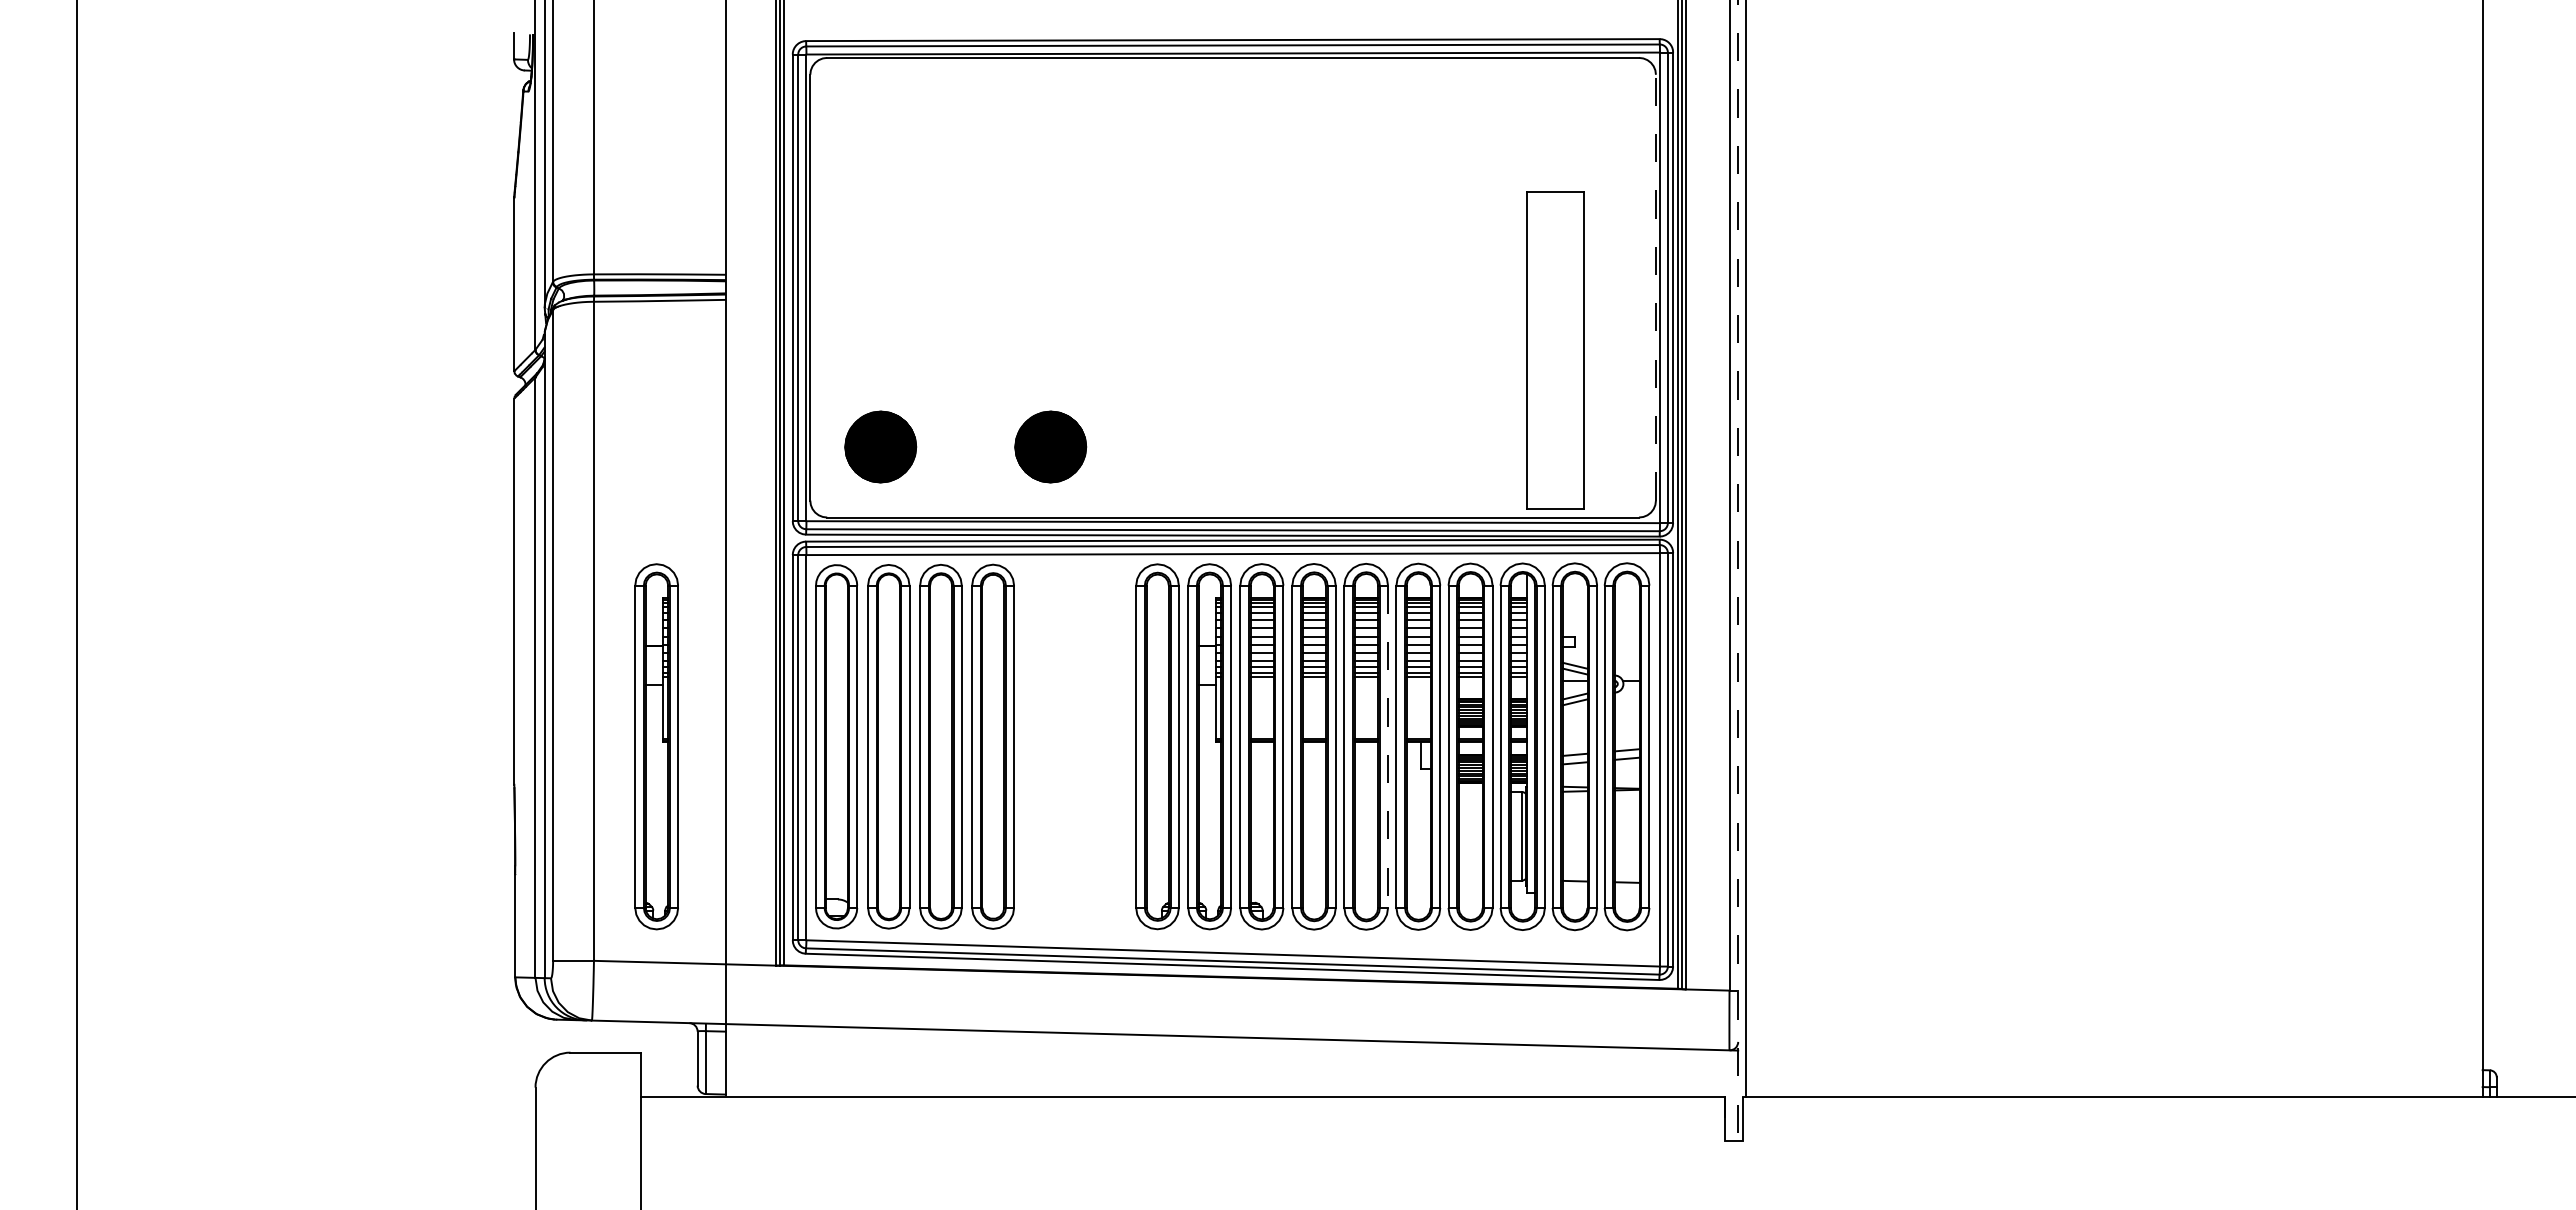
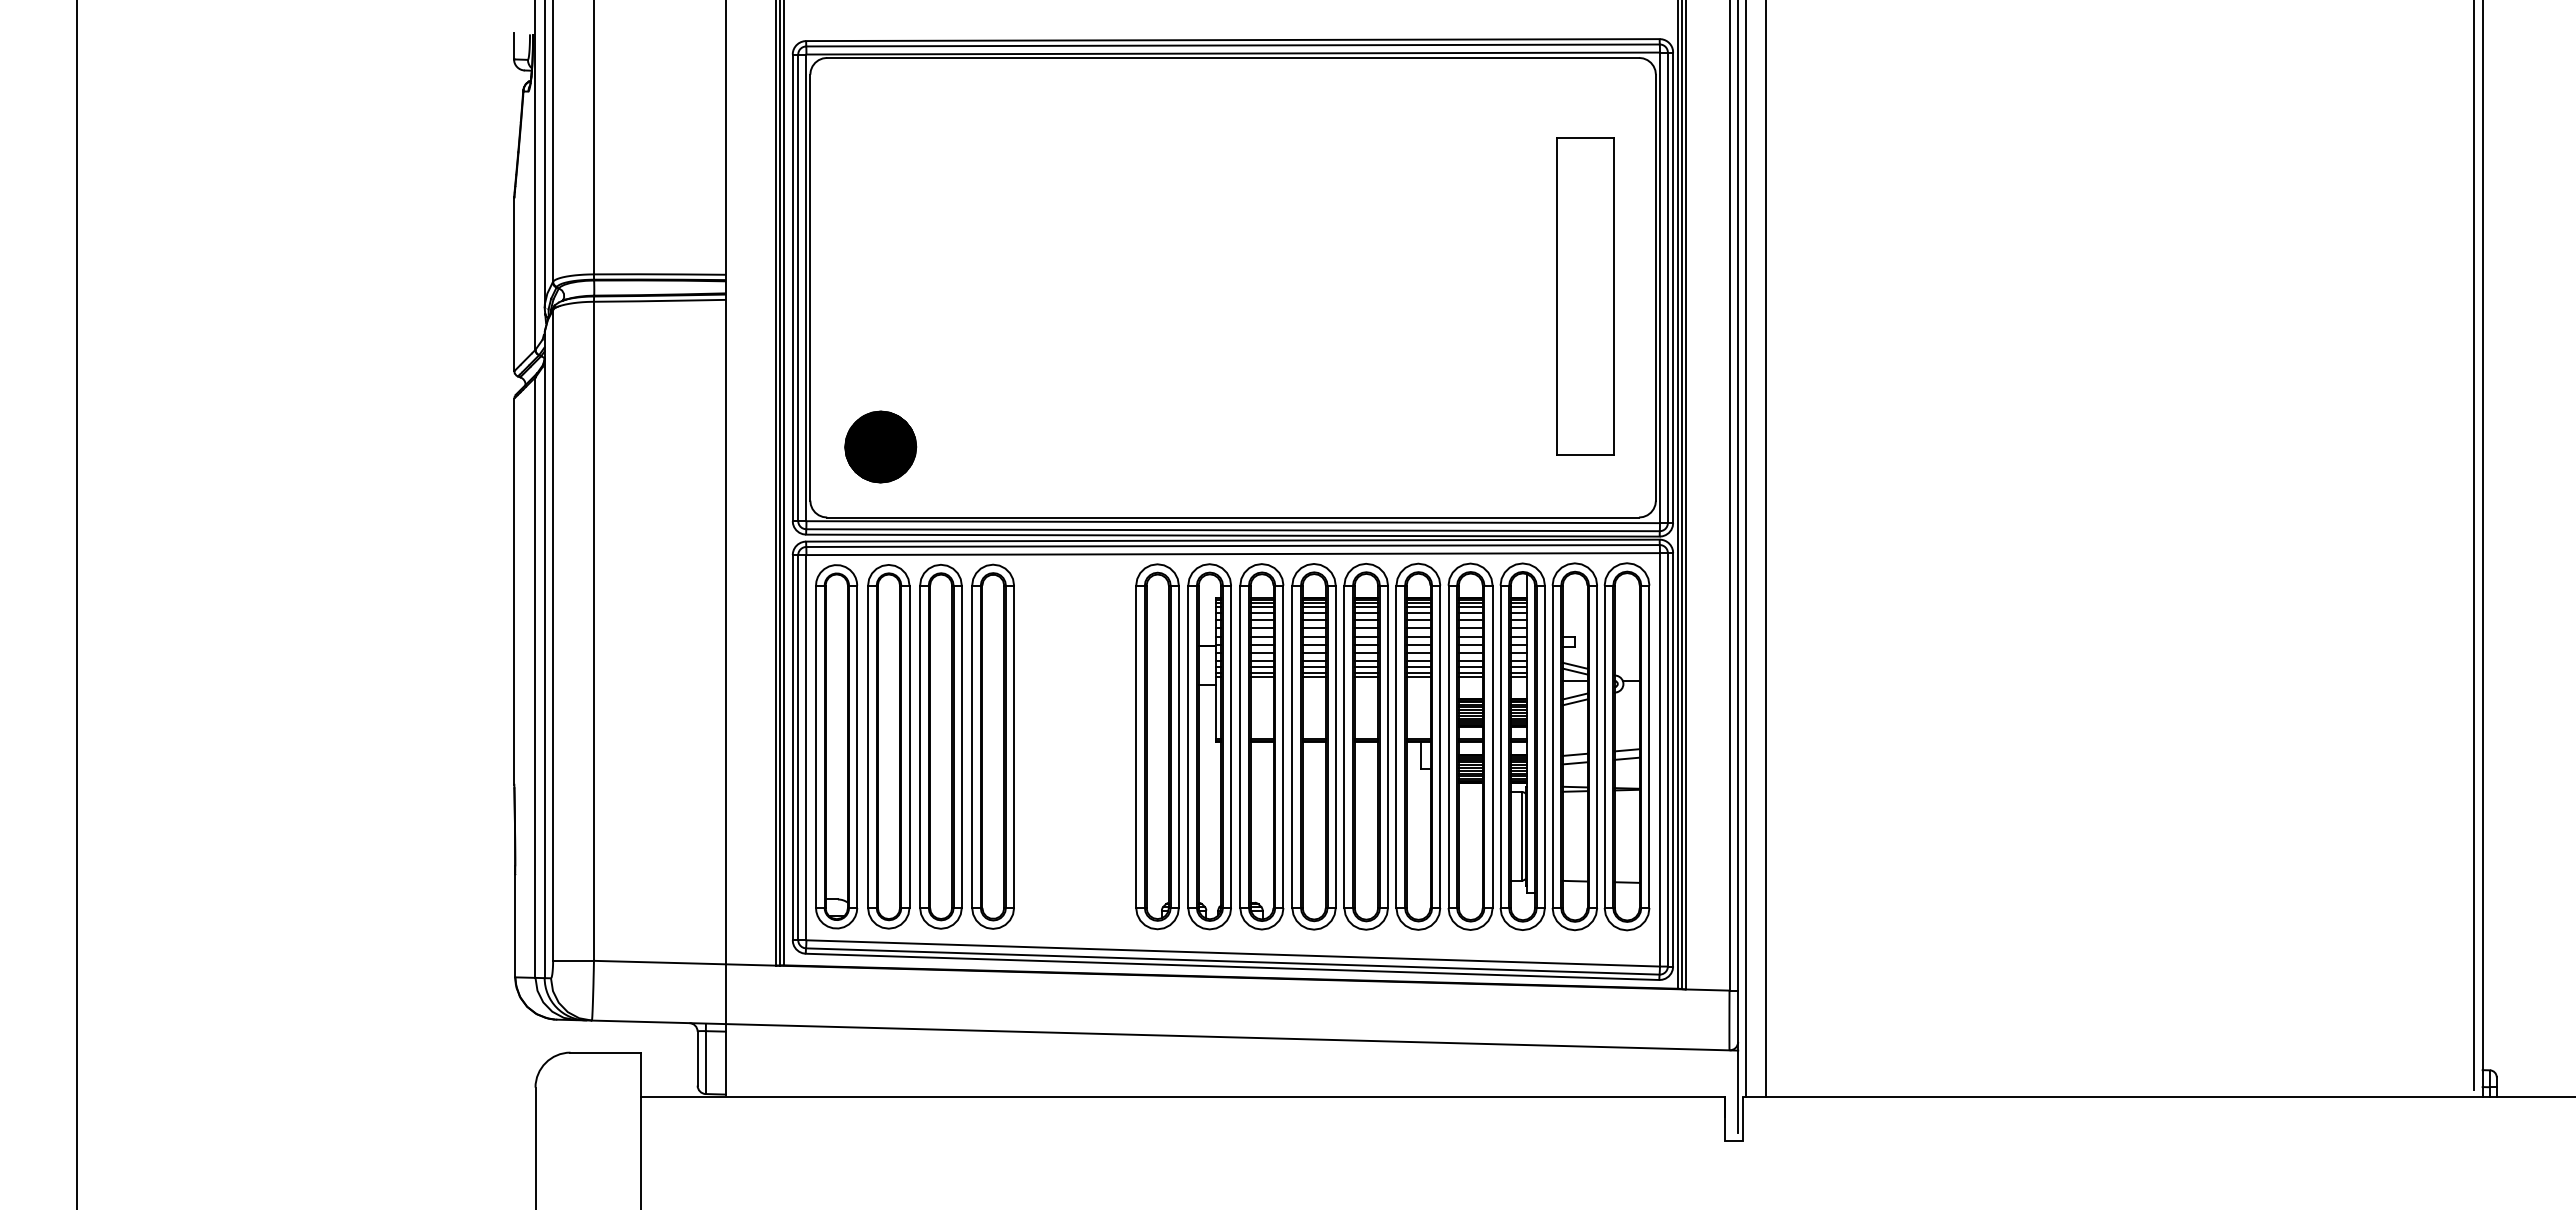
line at (1655, 287): dashed -> solid
part at (1555, 350) position: (1555, 350) -> (1585, 296)
part at (1050, 446): present -> none
line at (2474, 545): none -> present
line at (1766, 549): none -> present
line at (1738, 566): dashed -> solid
part at (656, 746): present -> none
line at (1388, 747): dashed -> solid
